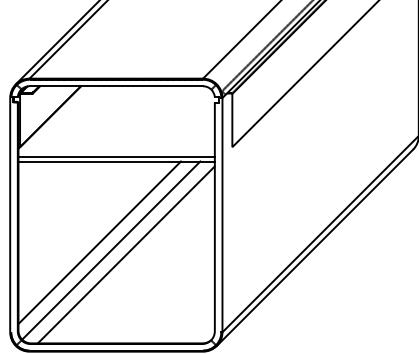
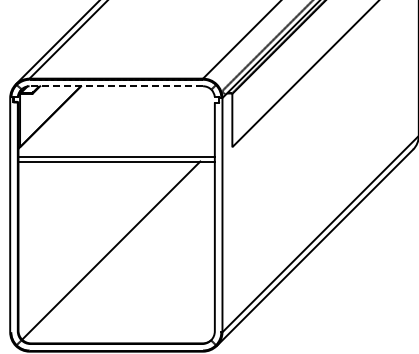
line at (116, 86): solid -> dashed
line at (99, 242): present -> none
line at (125, 254): present -> none
